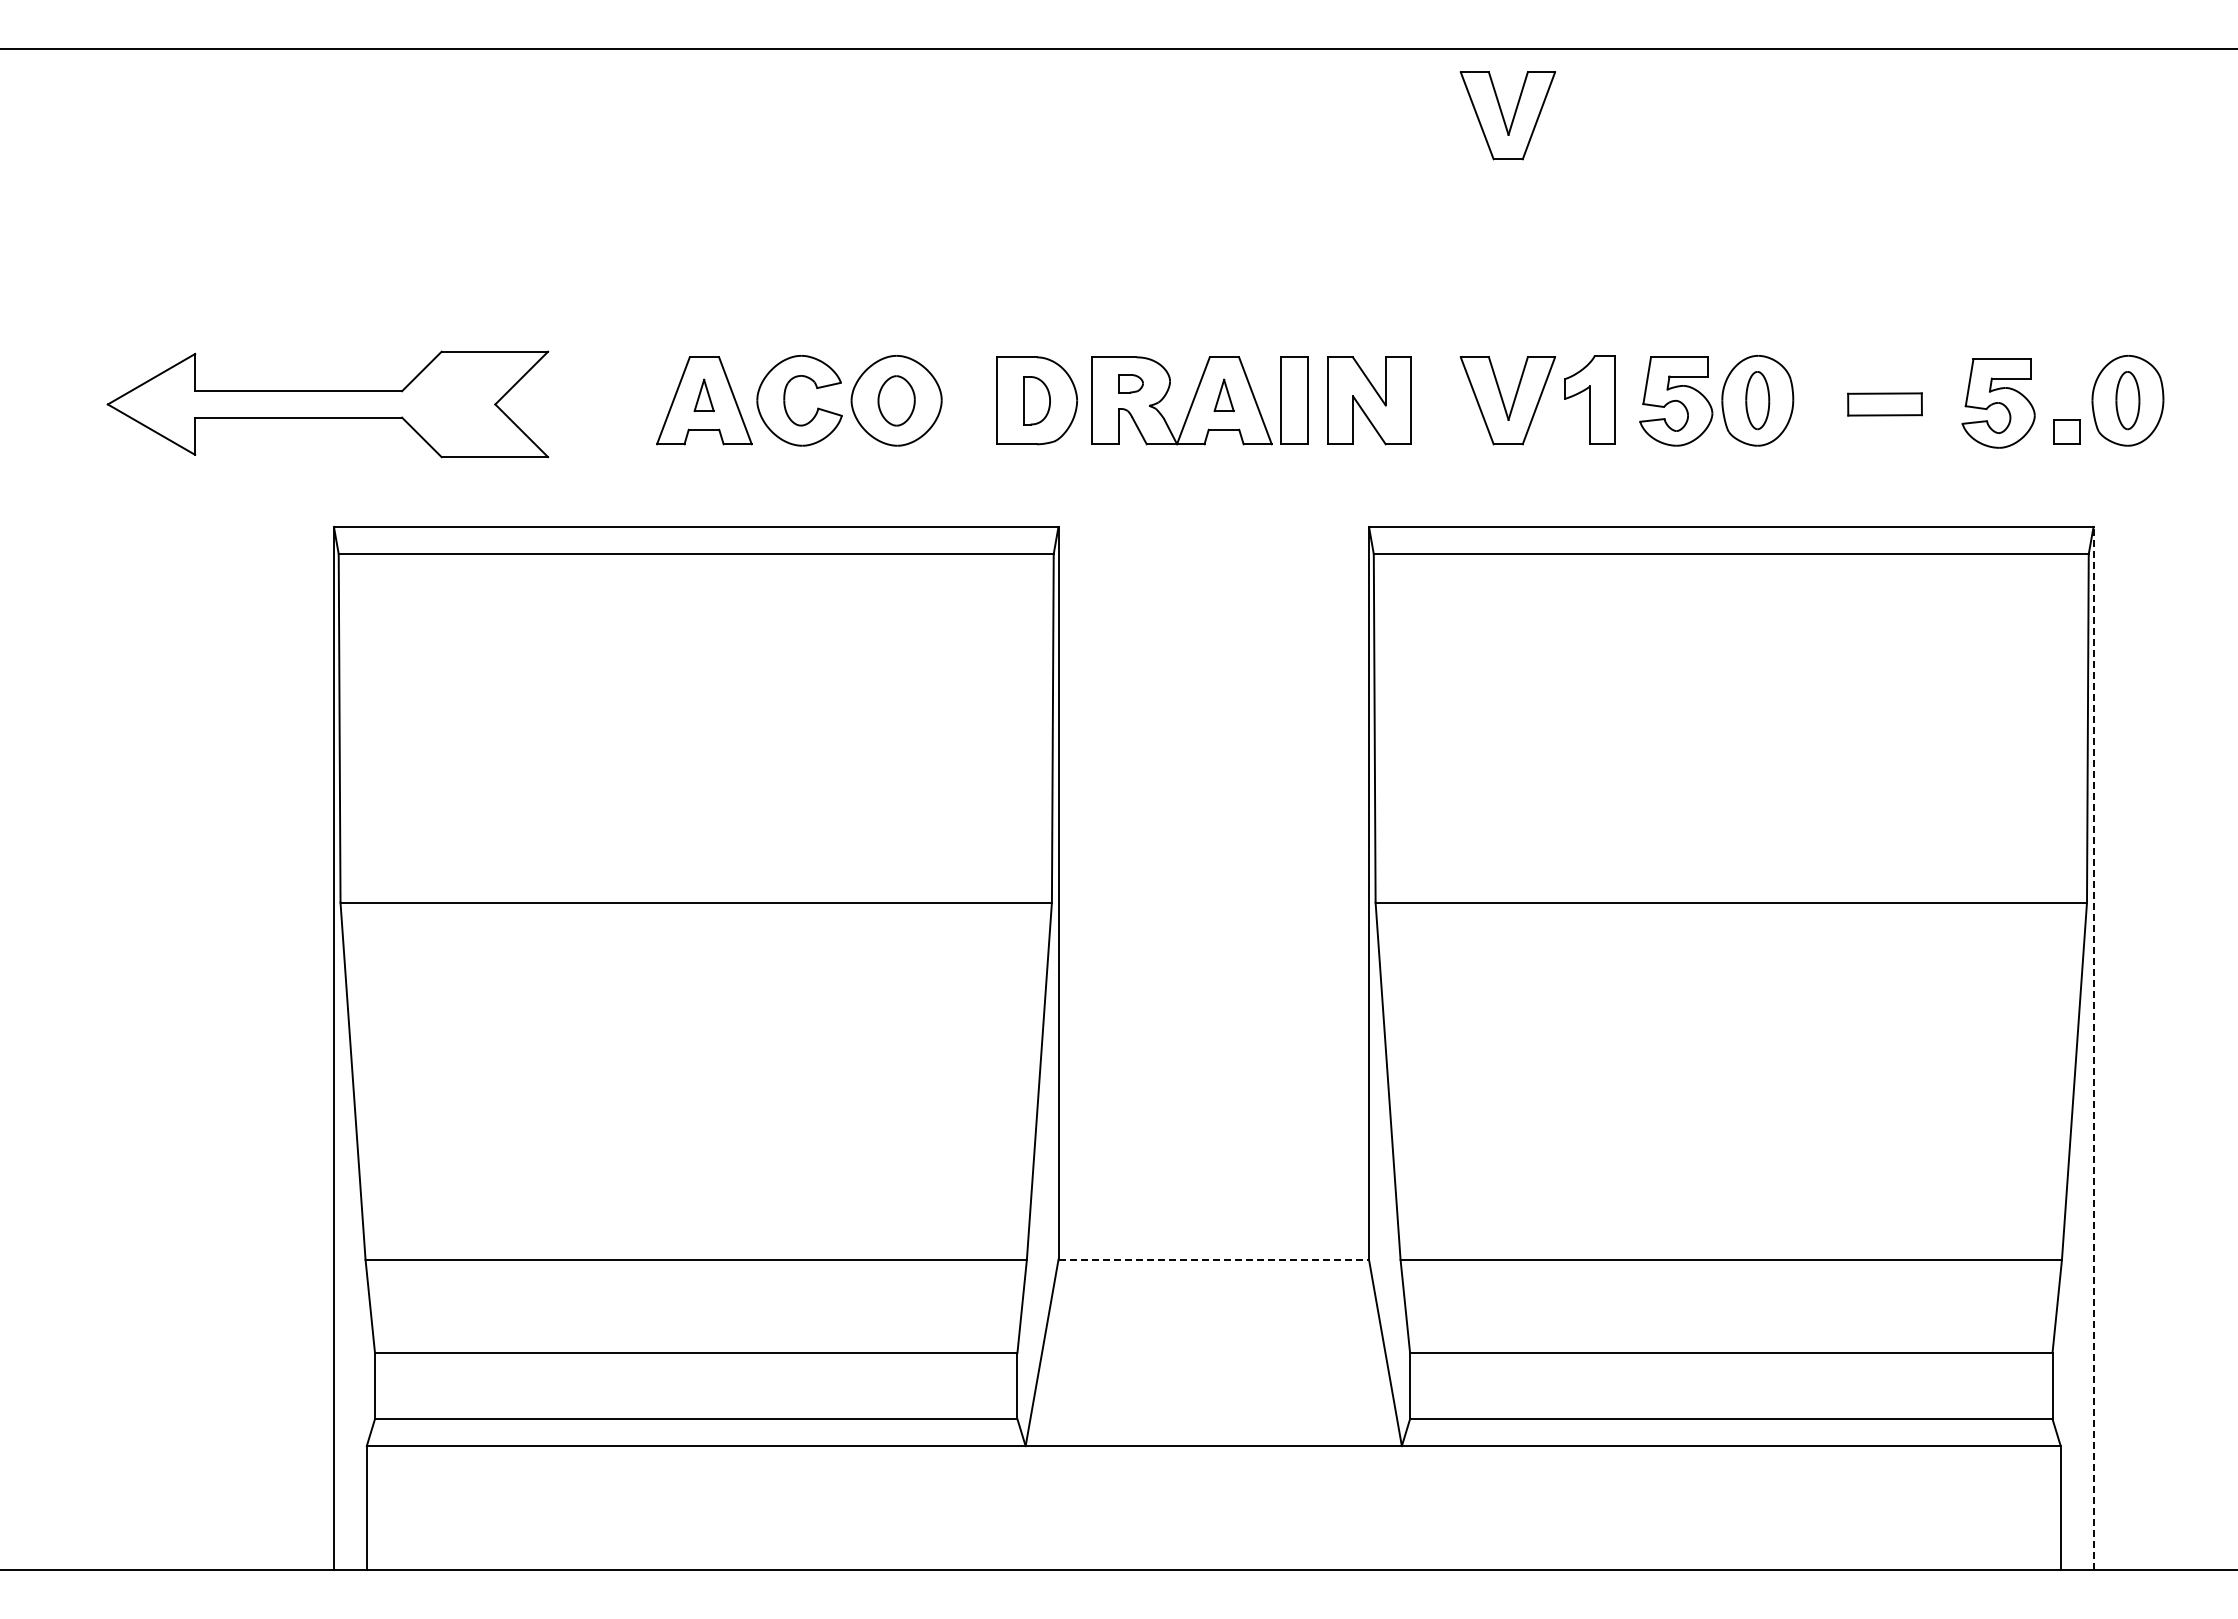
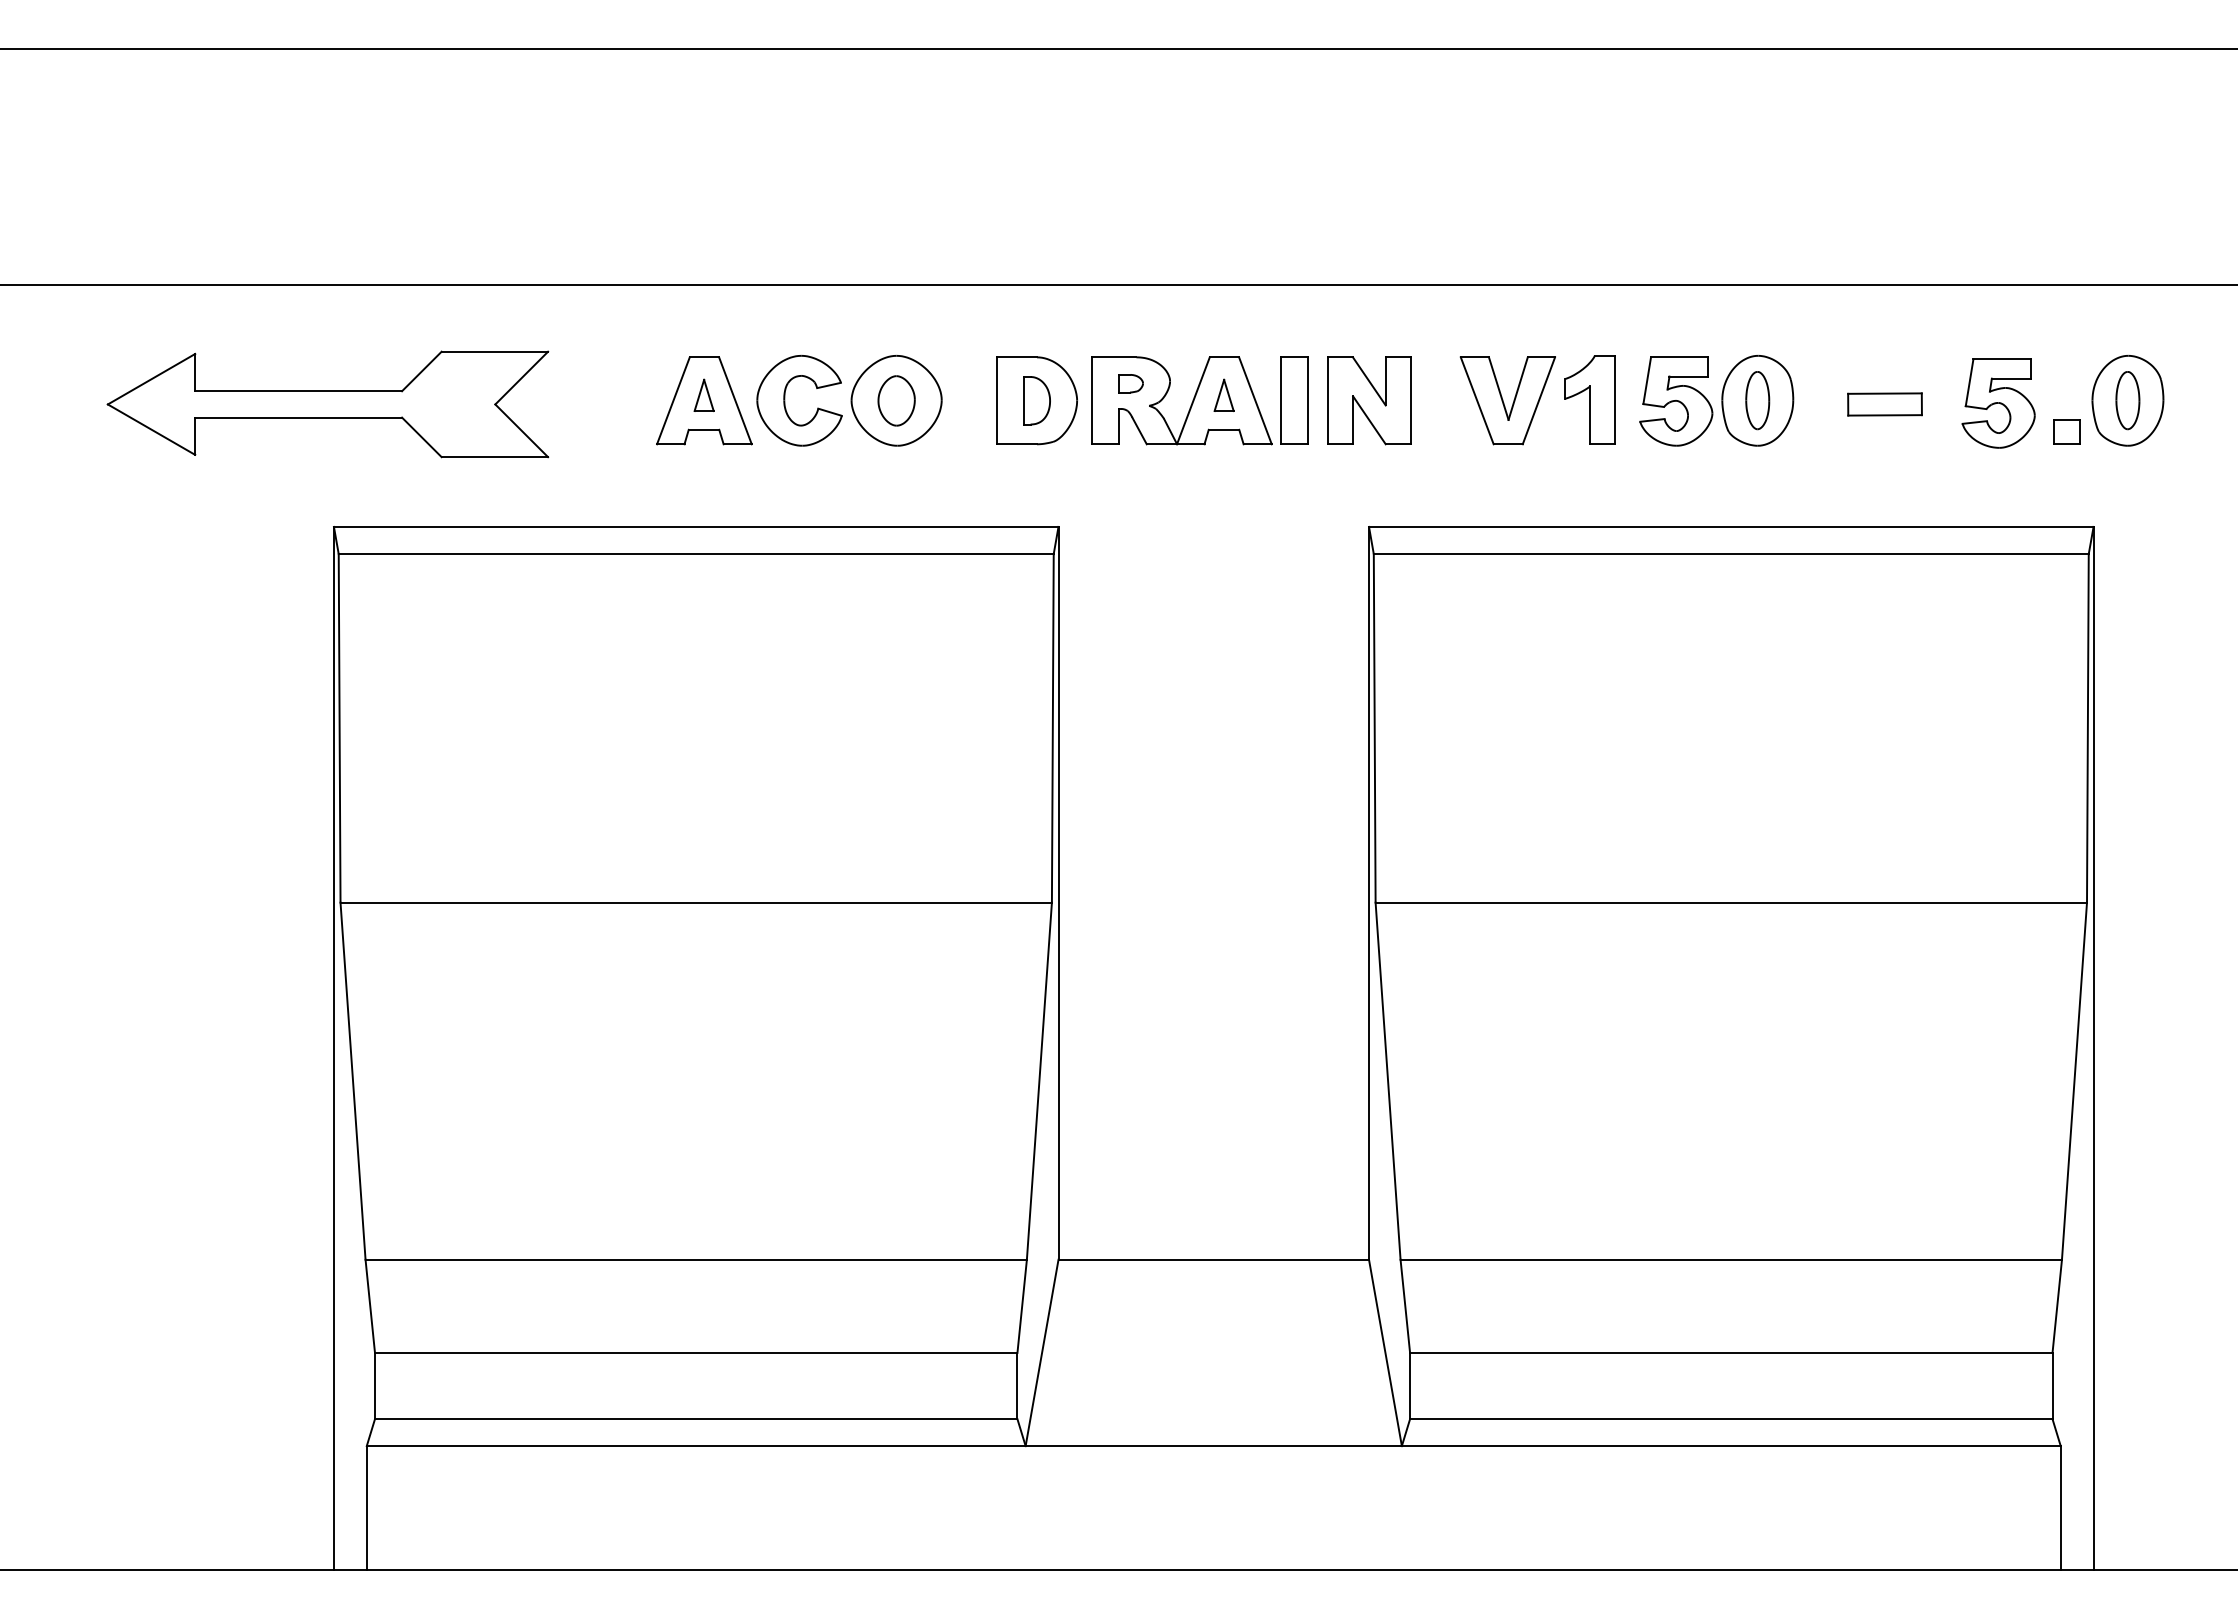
part at (1507, 115): present -> none
line at (1118, 284): none -> present
line at (2093, 1048): dashed -> solid
line at (1214, 1259): dashed -> solid
